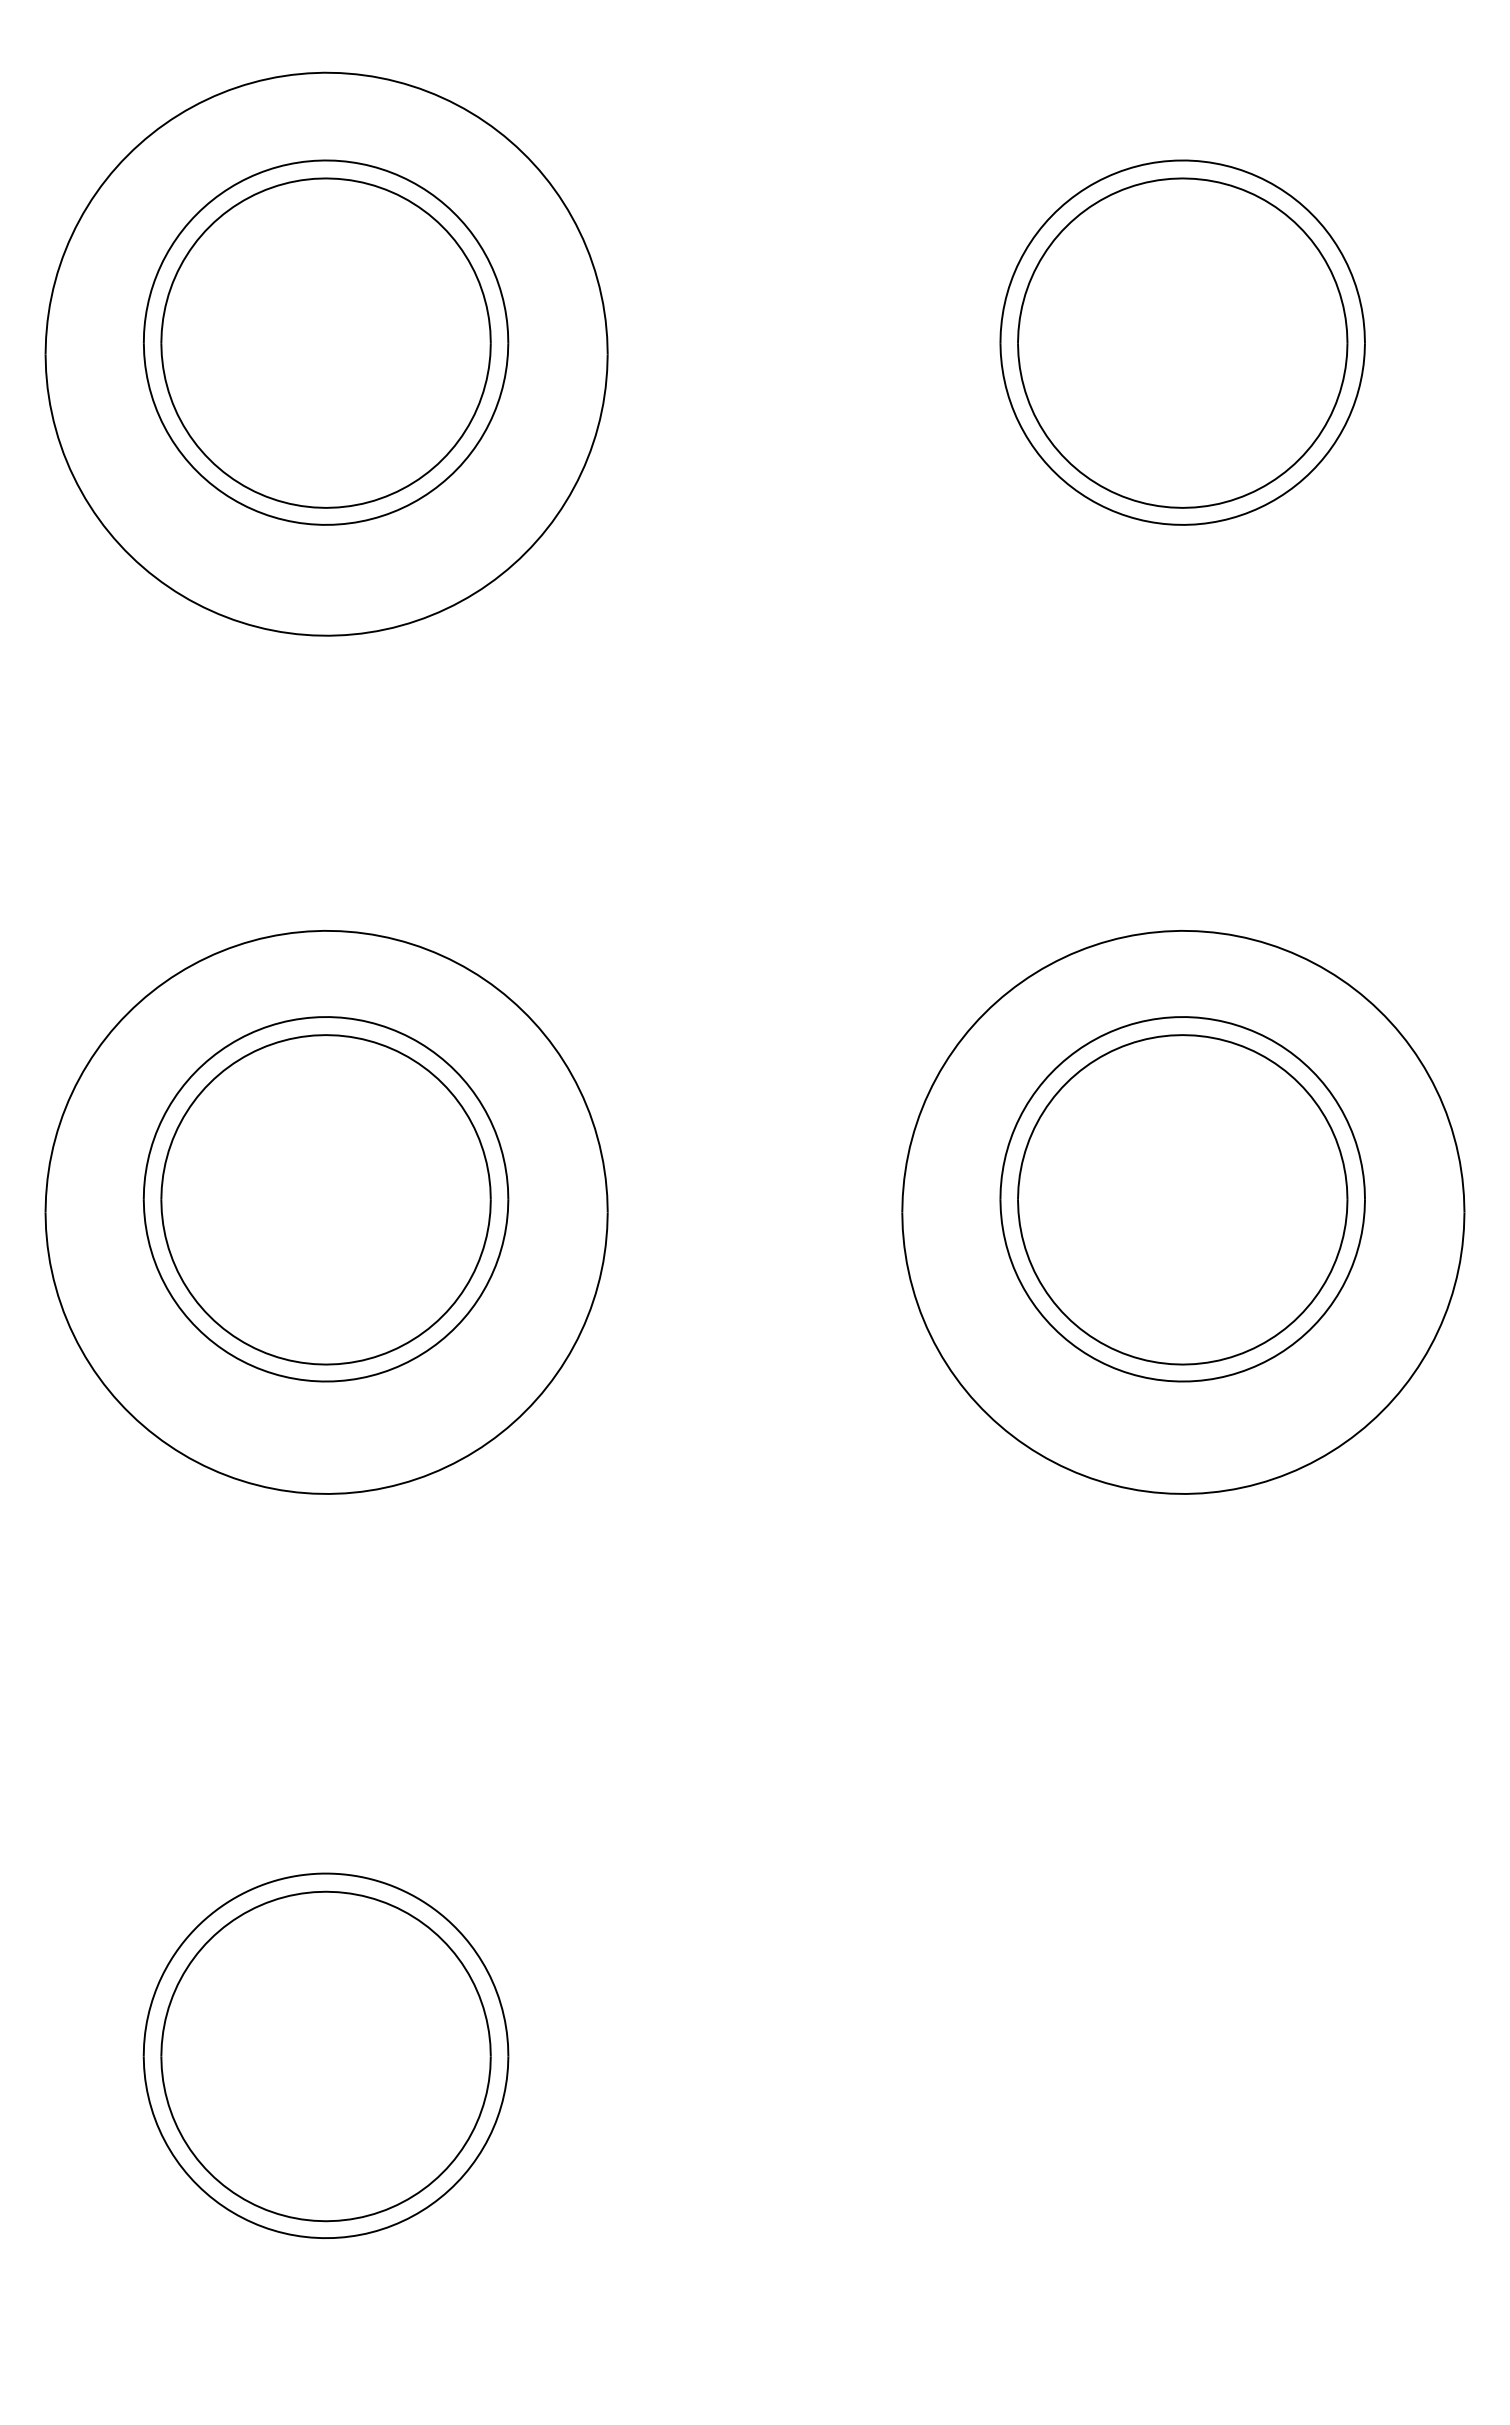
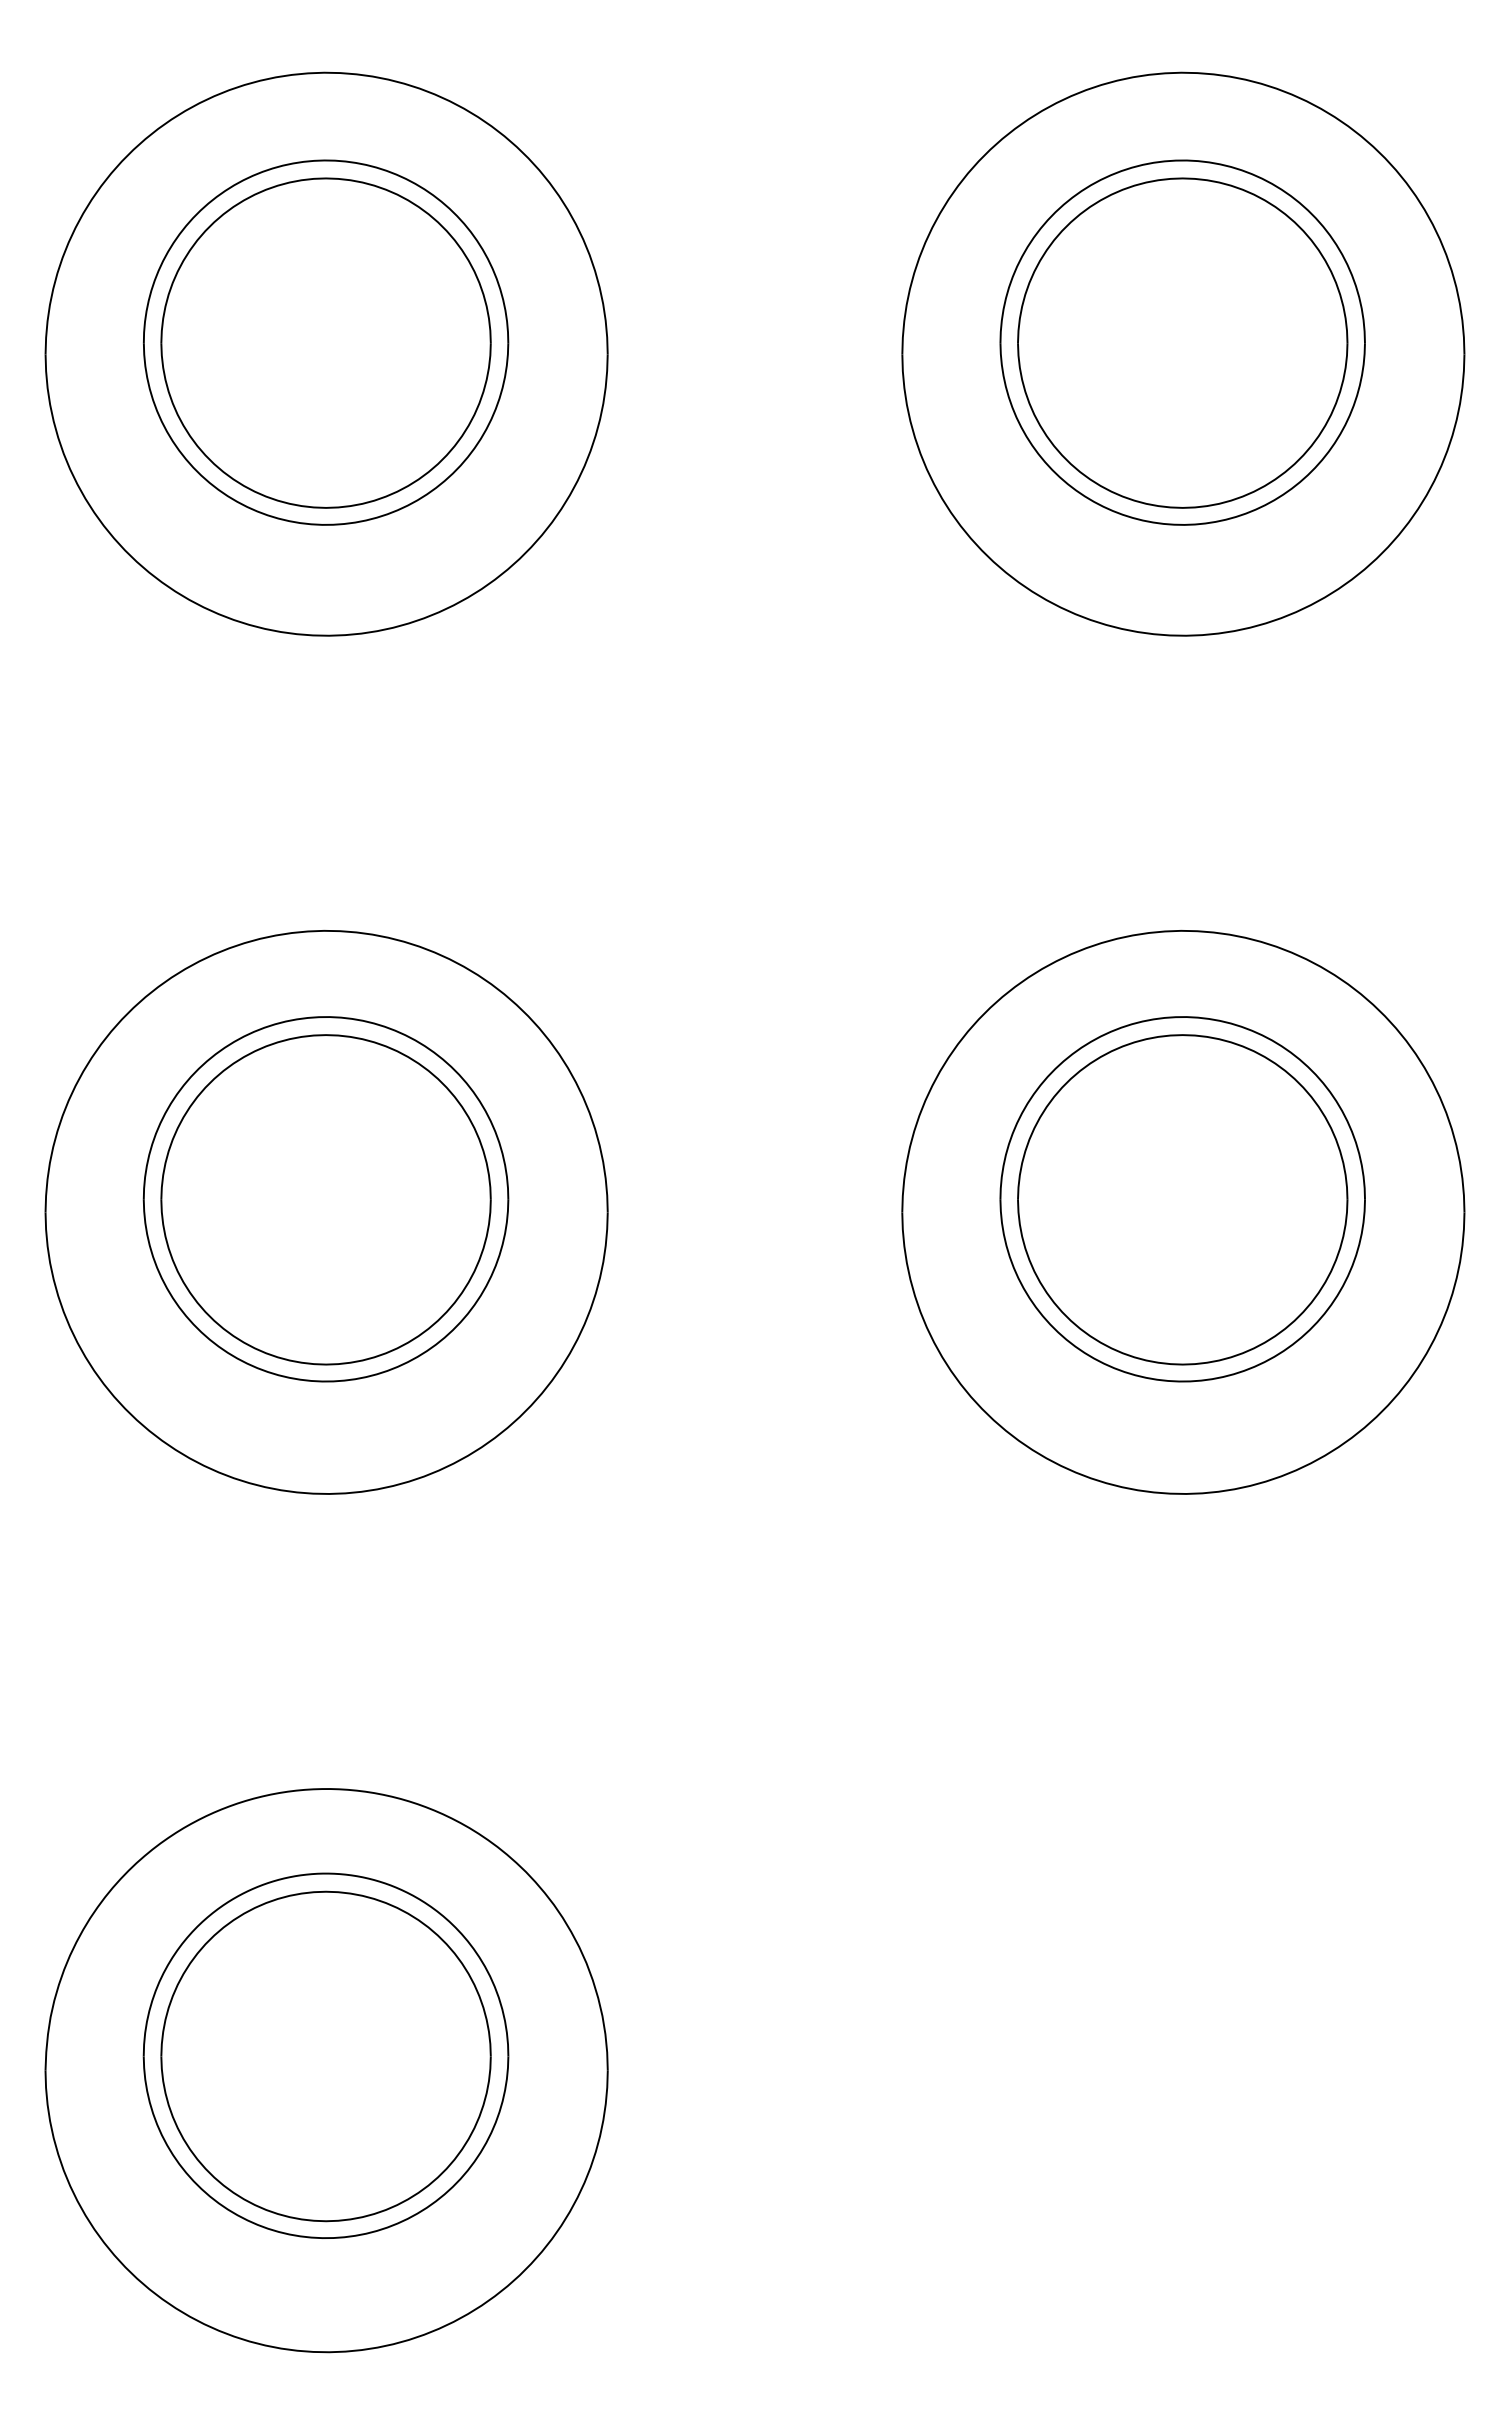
part at (1183, 353): none -> present
part at (326, 2070): none -> present
